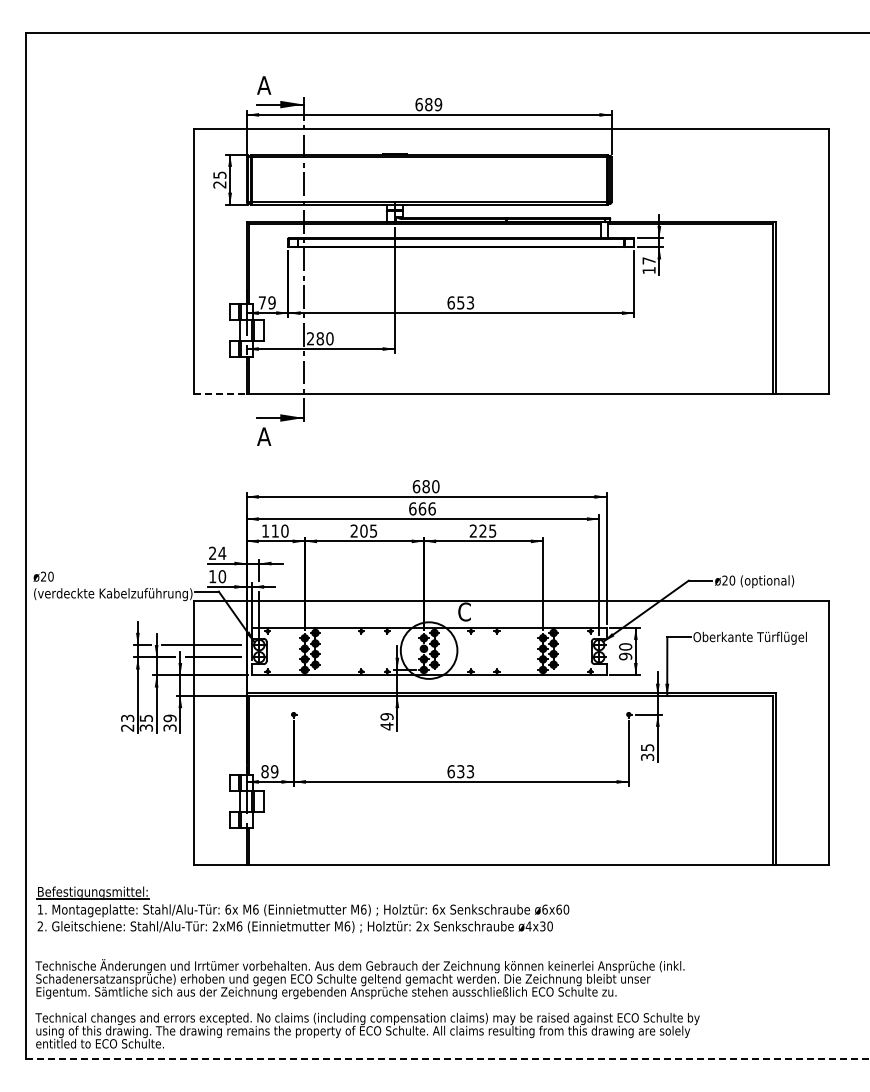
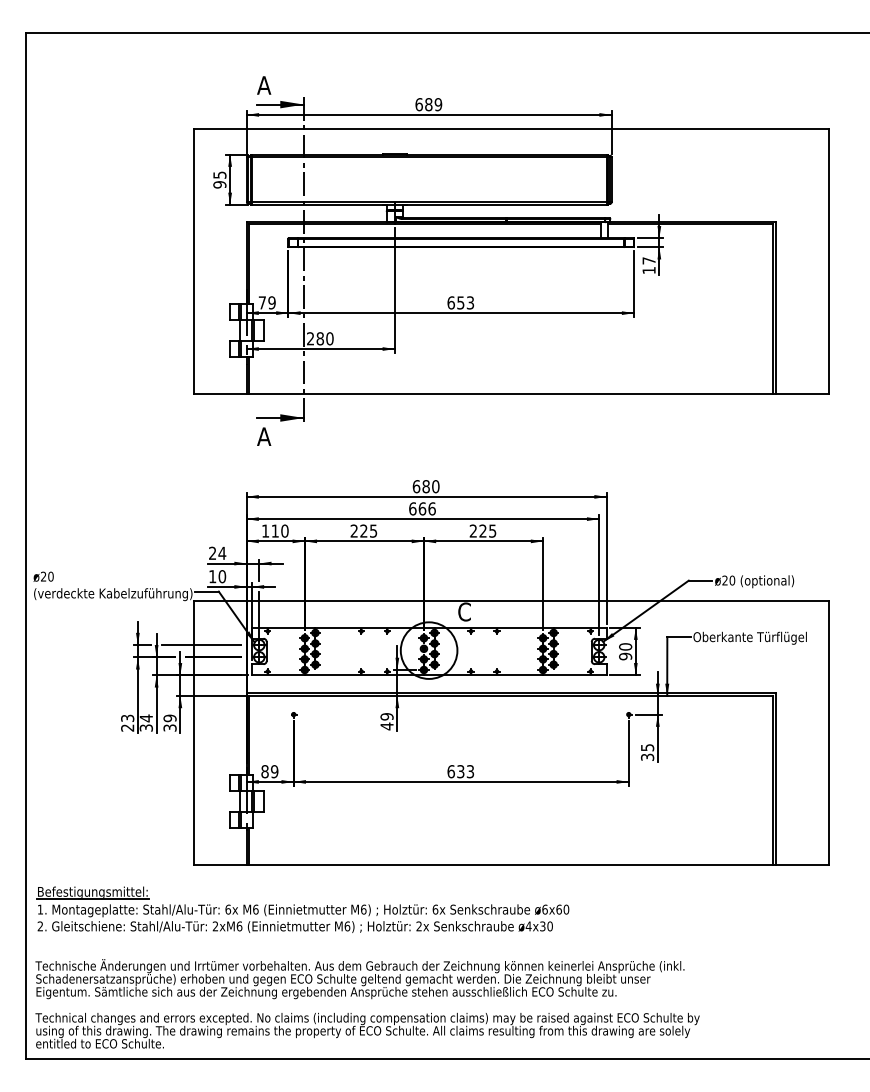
text at (219, 184): 25 -> 95
line at (220, 393): dashed -> solid
text at (363, 530): 205 -> 225
text at (145, 718): 35 -> 34
line at (447, 1059): dashed -> solid
